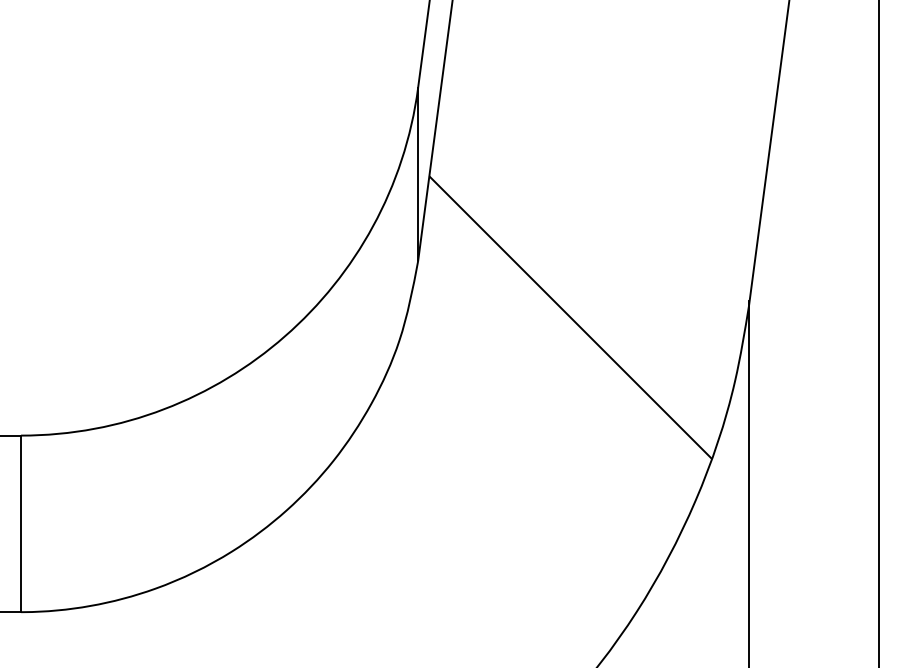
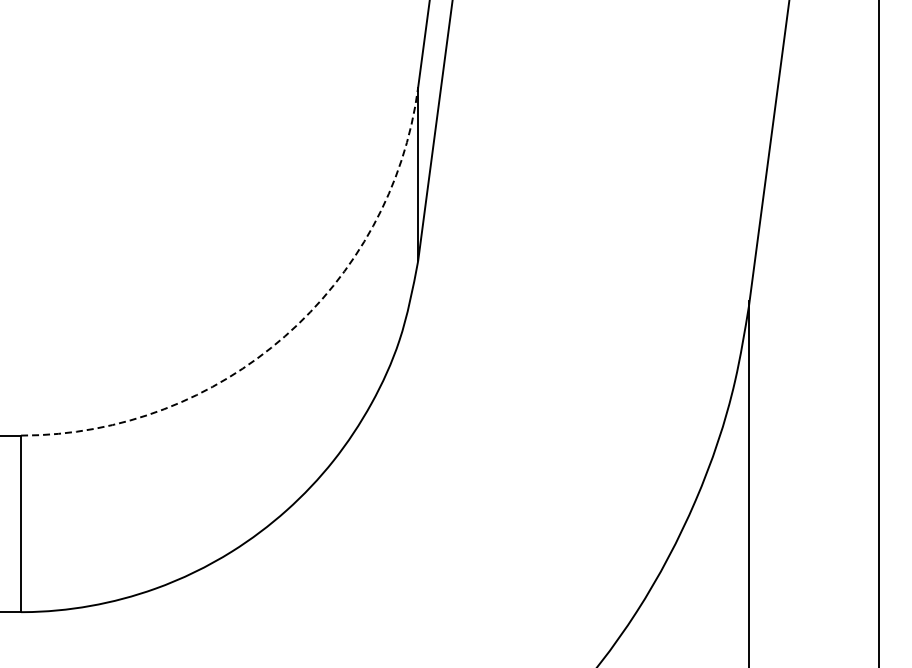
hatch at (570, 317): present -> none
arc at (284, 336): solid -> dashed
